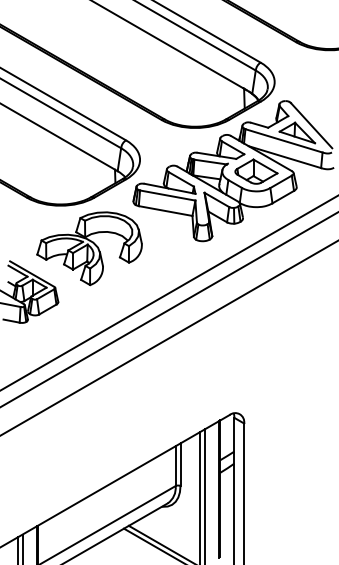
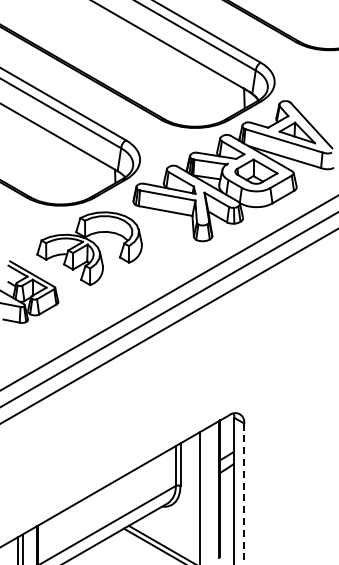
line at (168, 338) position: (168, 338) -> (168, 326)
line at (244, 494): solid -> dashed
line at (204, 495): present -> none
